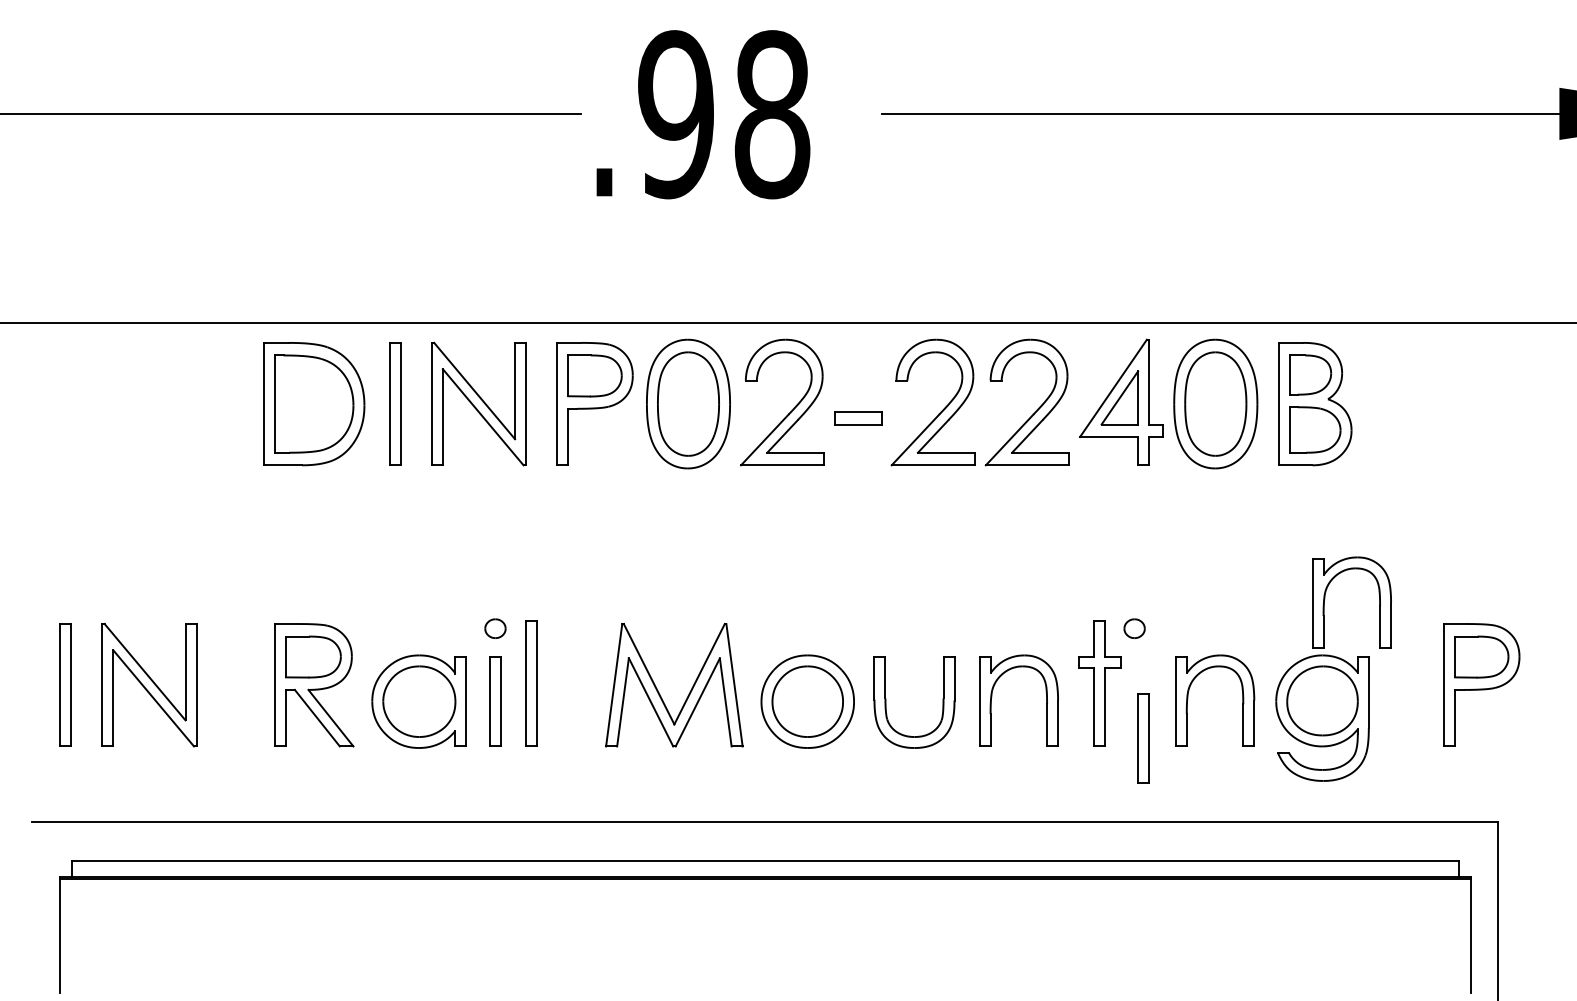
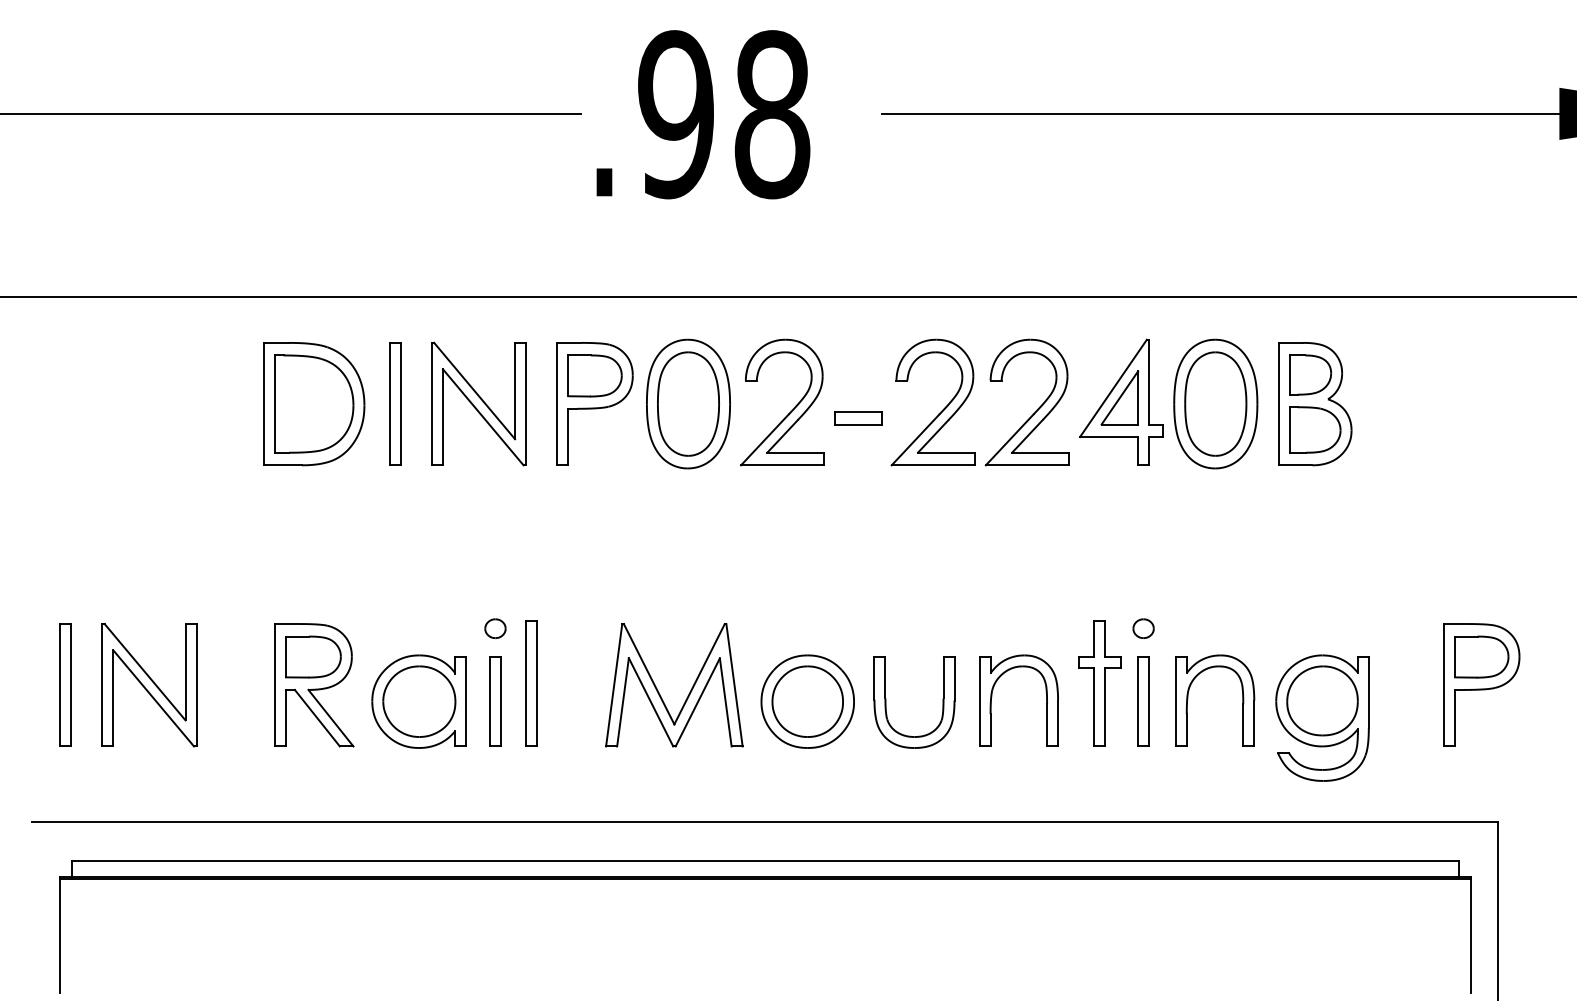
line at (787, 323) position: (787, 323) -> (787, 297)
part at (1325, 599): present -> none
part at (1134, 628) position: (1134, 628) -> (1143, 628)
part at (1143, 738) position: (1143, 738) -> (1143, 701)
